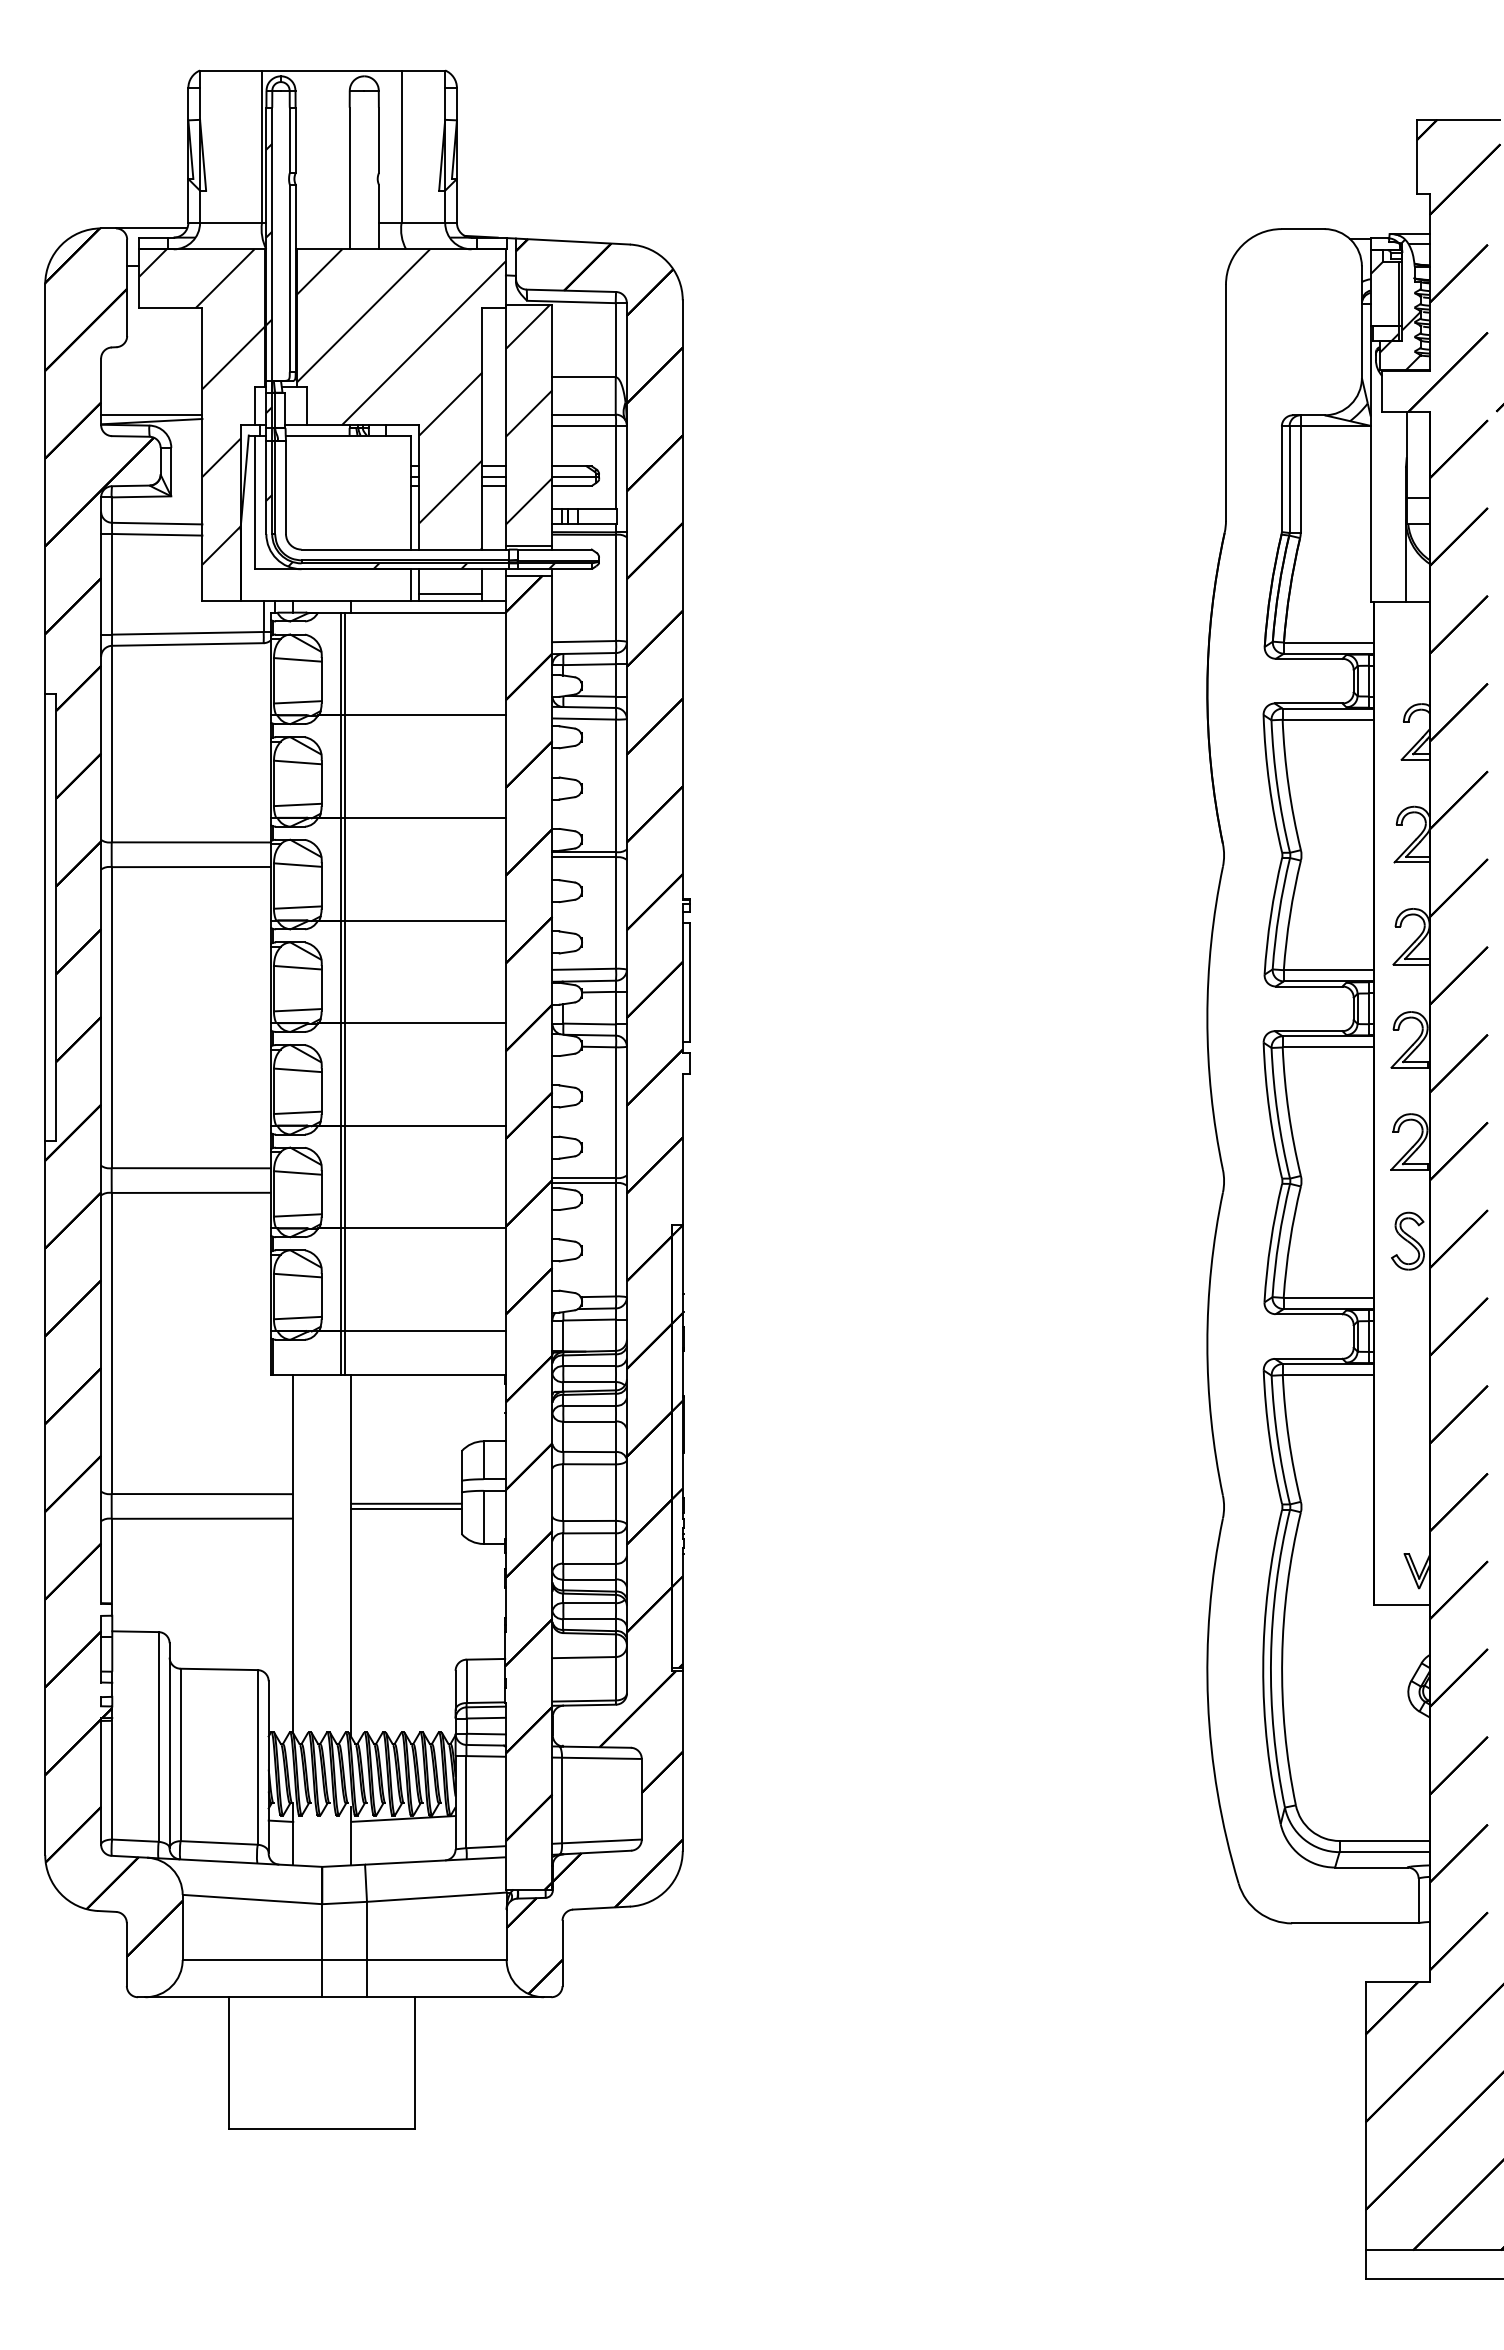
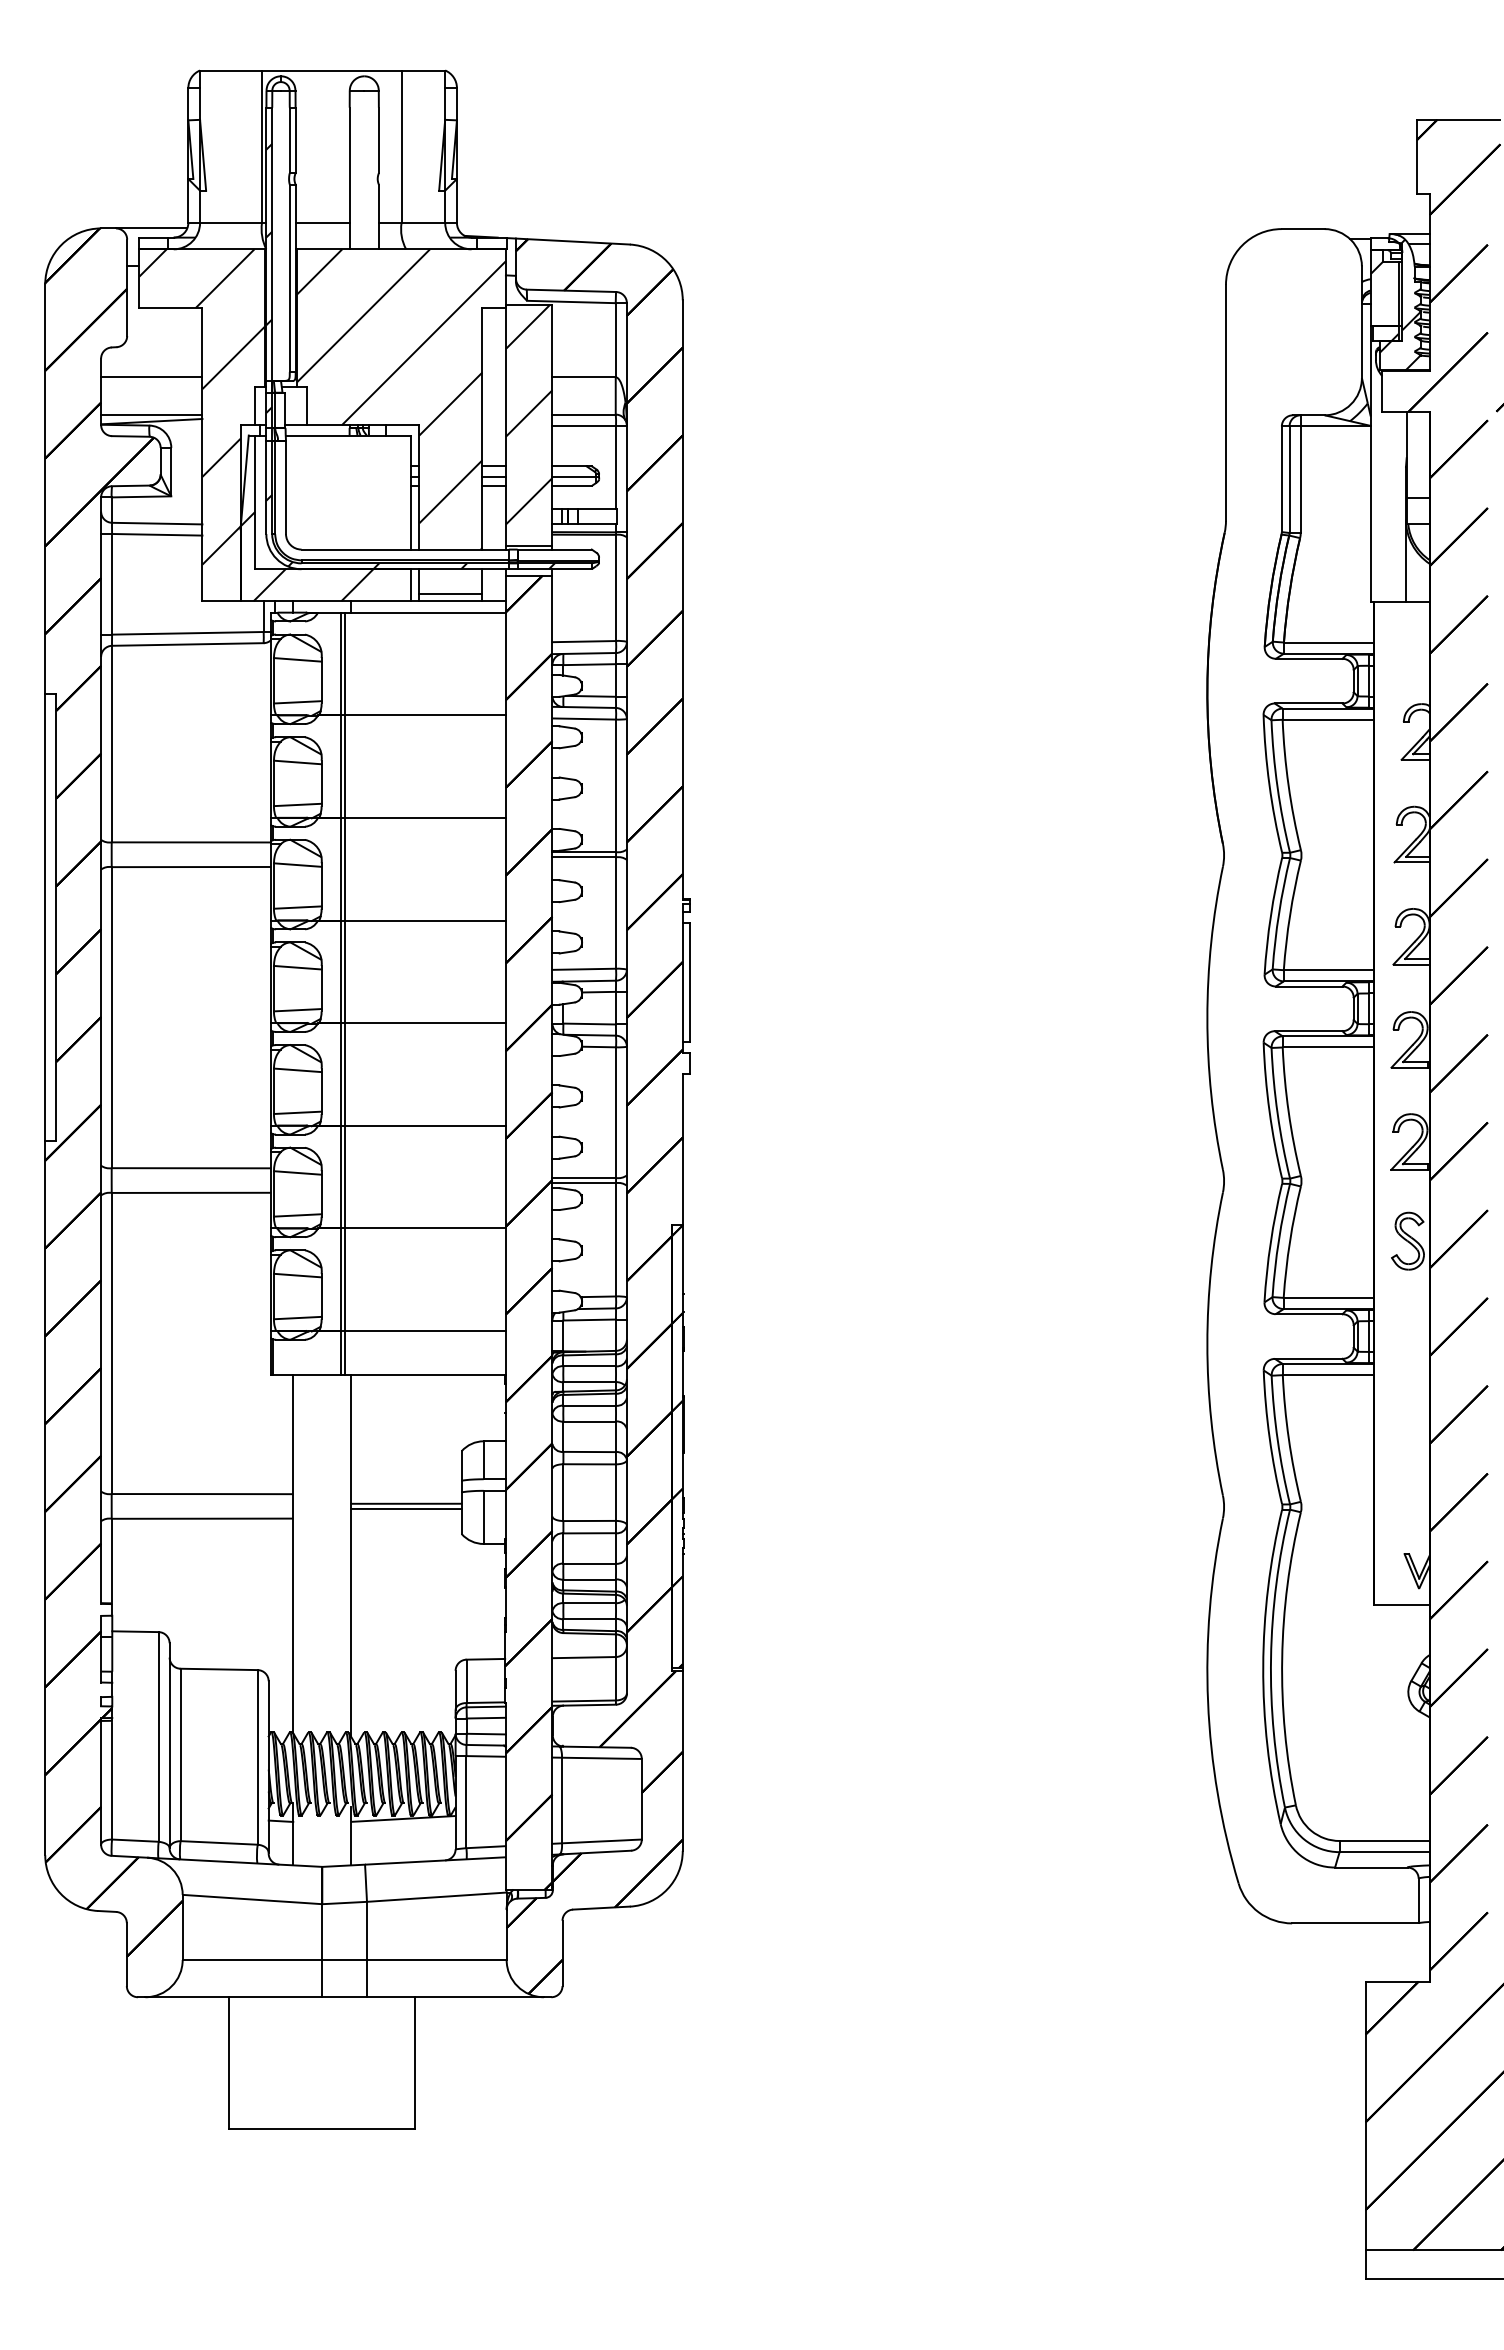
line at (322, 222): none -> present
line at (151, 377): none -> present
hatch at (307, 556): none -> present
